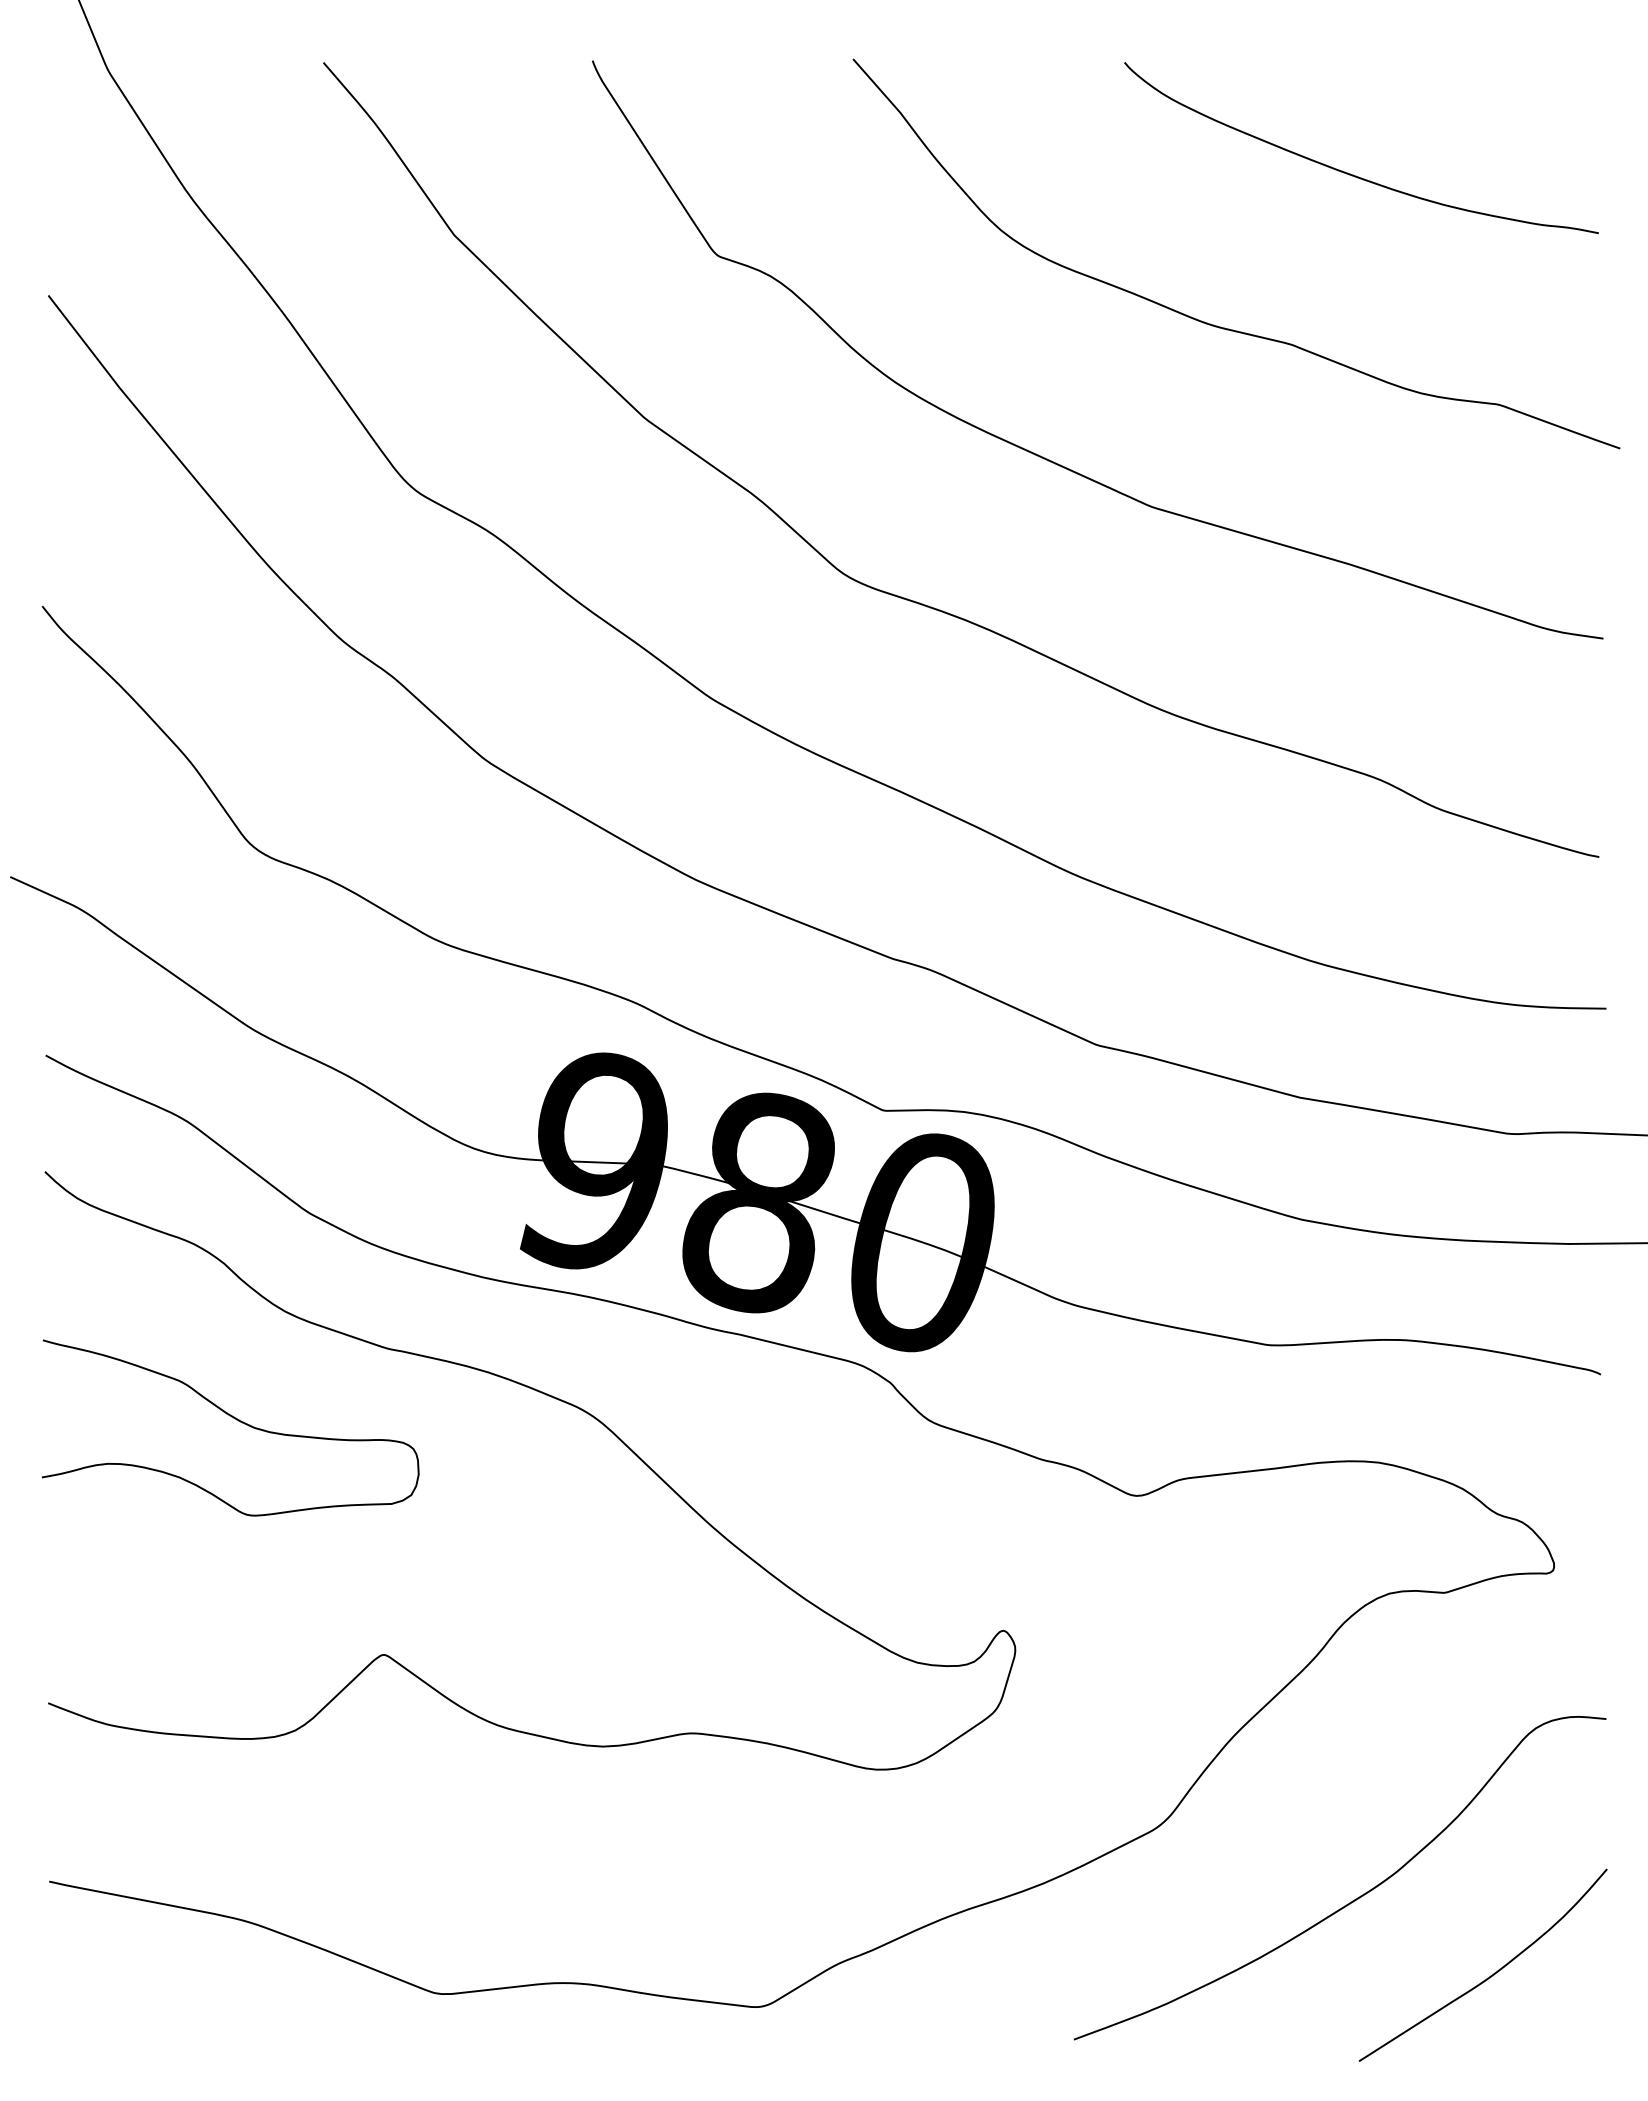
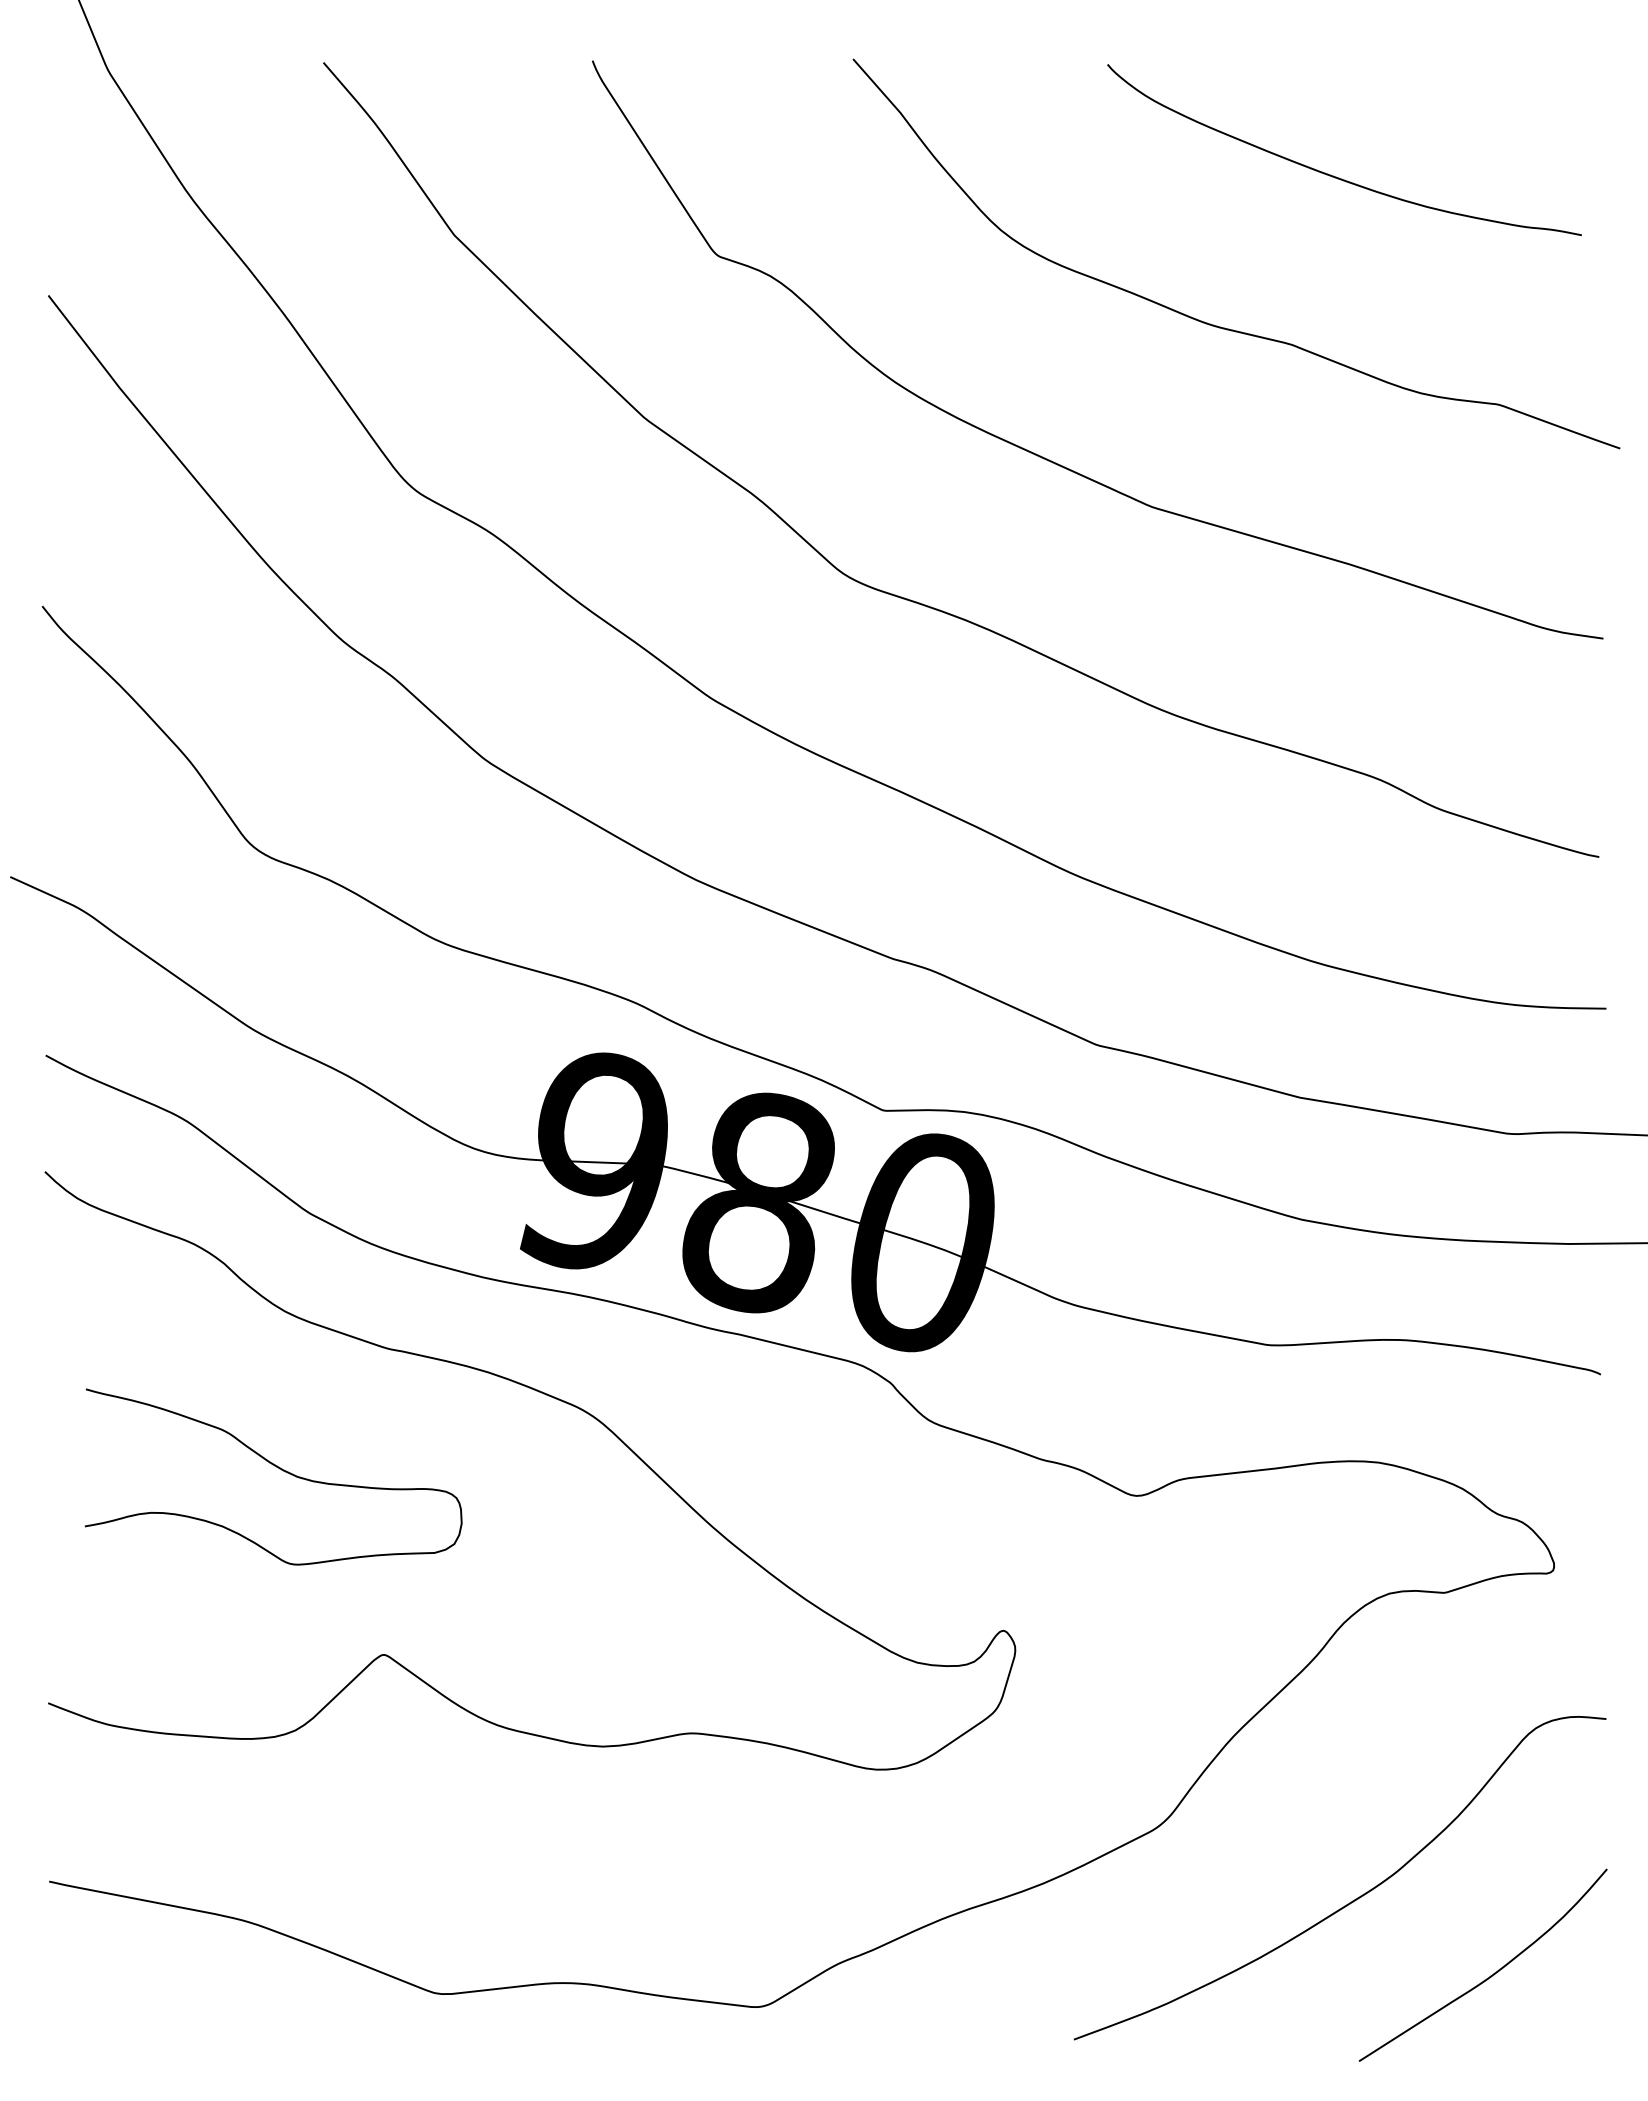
curve at (1353, 174) position: (1353, 174) -> (1336, 176)
curve at (236, 1420) position: (236, 1420) -> (279, 1469)
